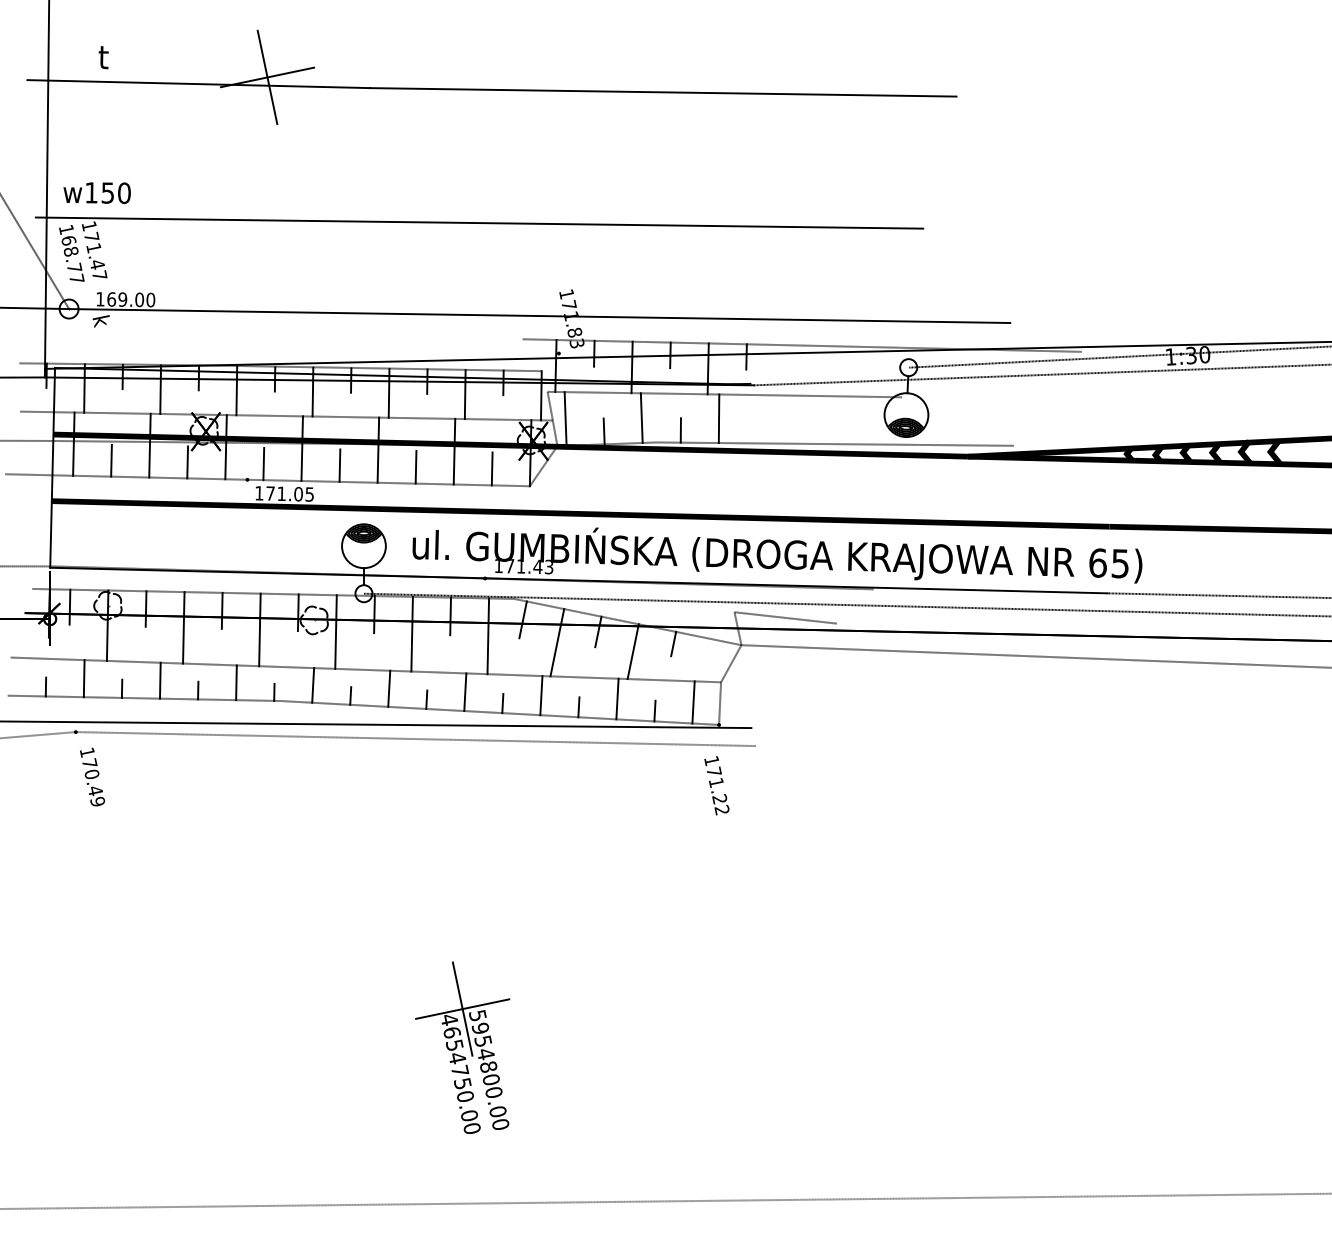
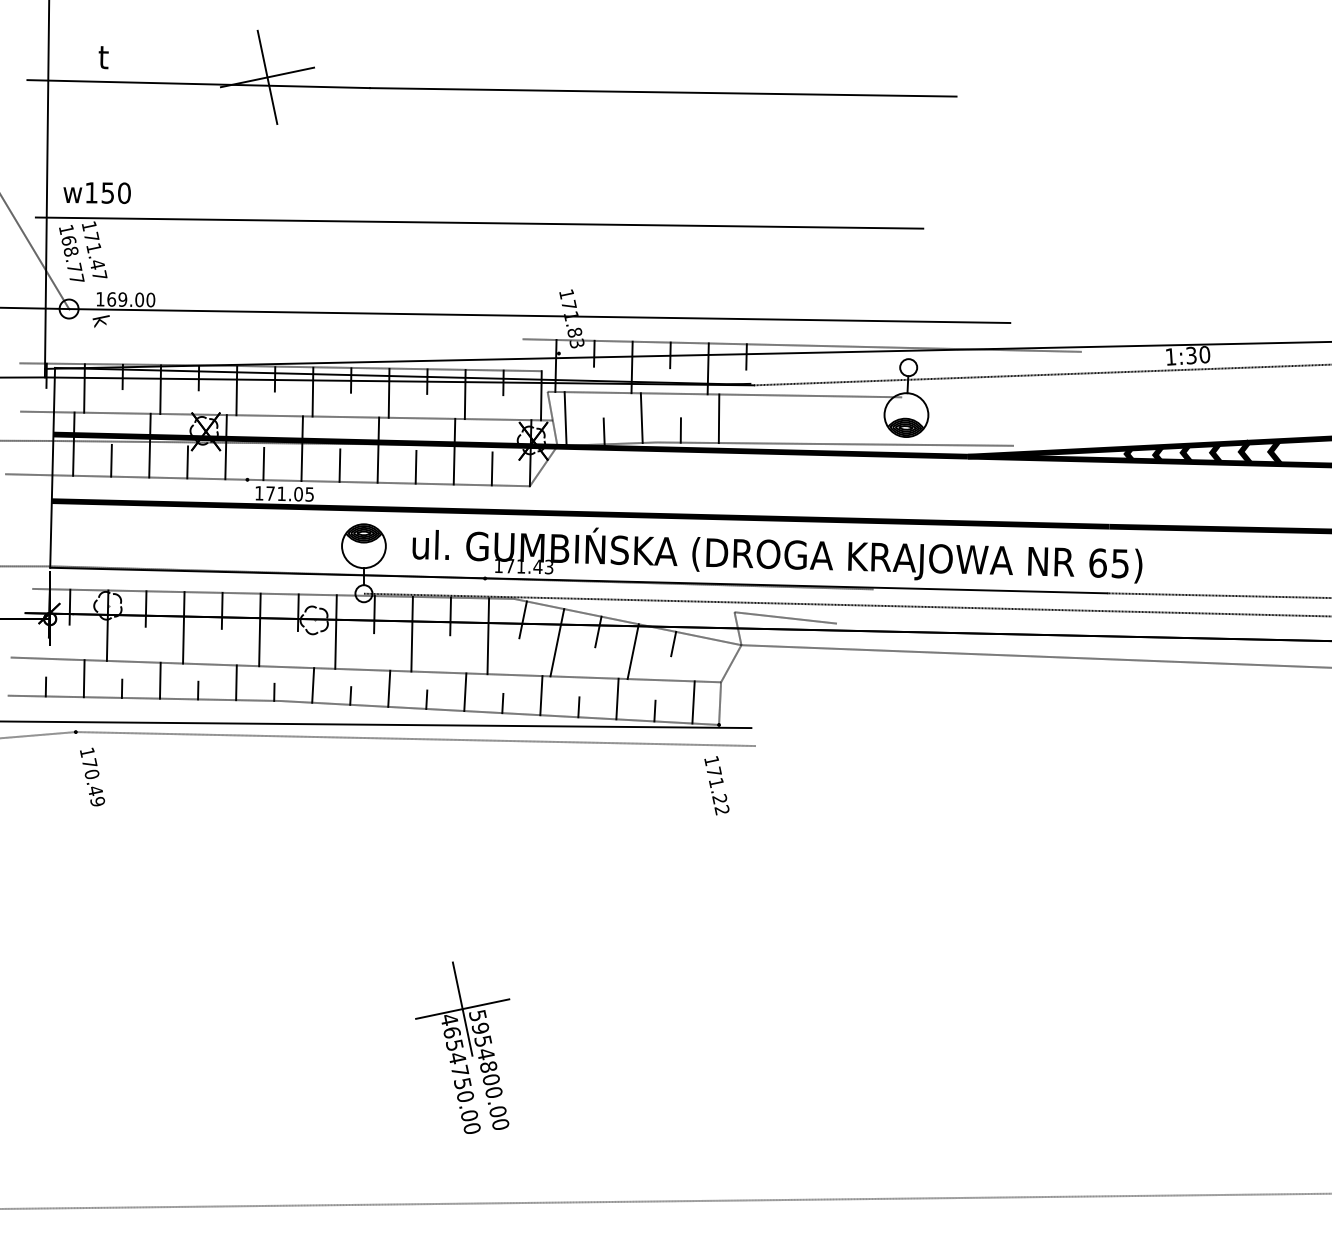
line at (1118, 356): present -> none
